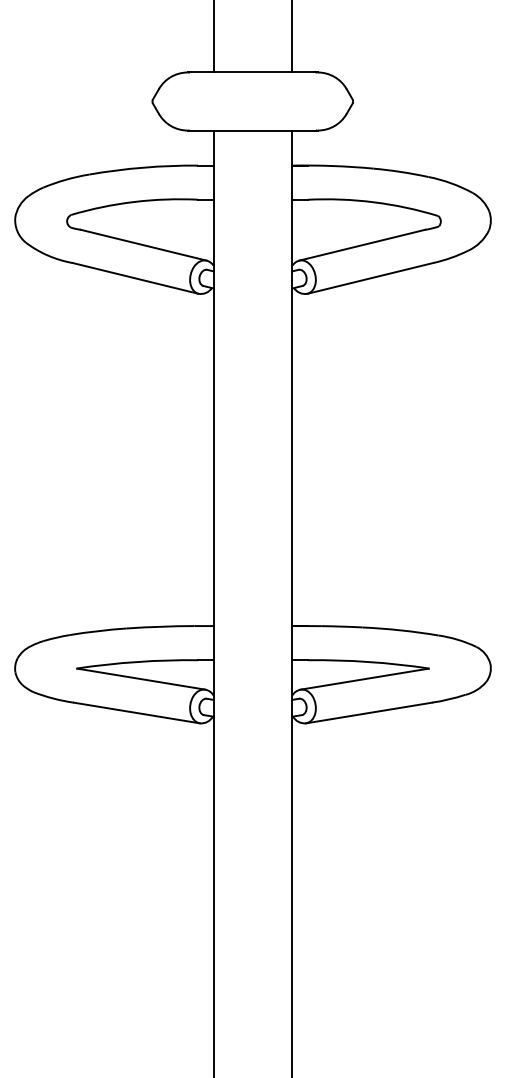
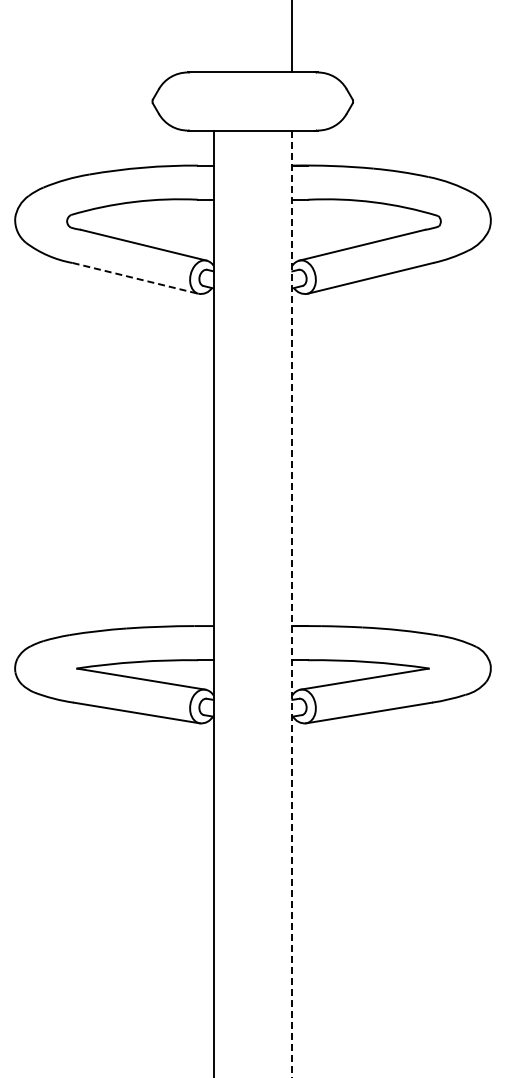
line at (213, 37): present -> none
line at (135, 278): solid -> dashed
line at (292, 604): solid -> dashed
